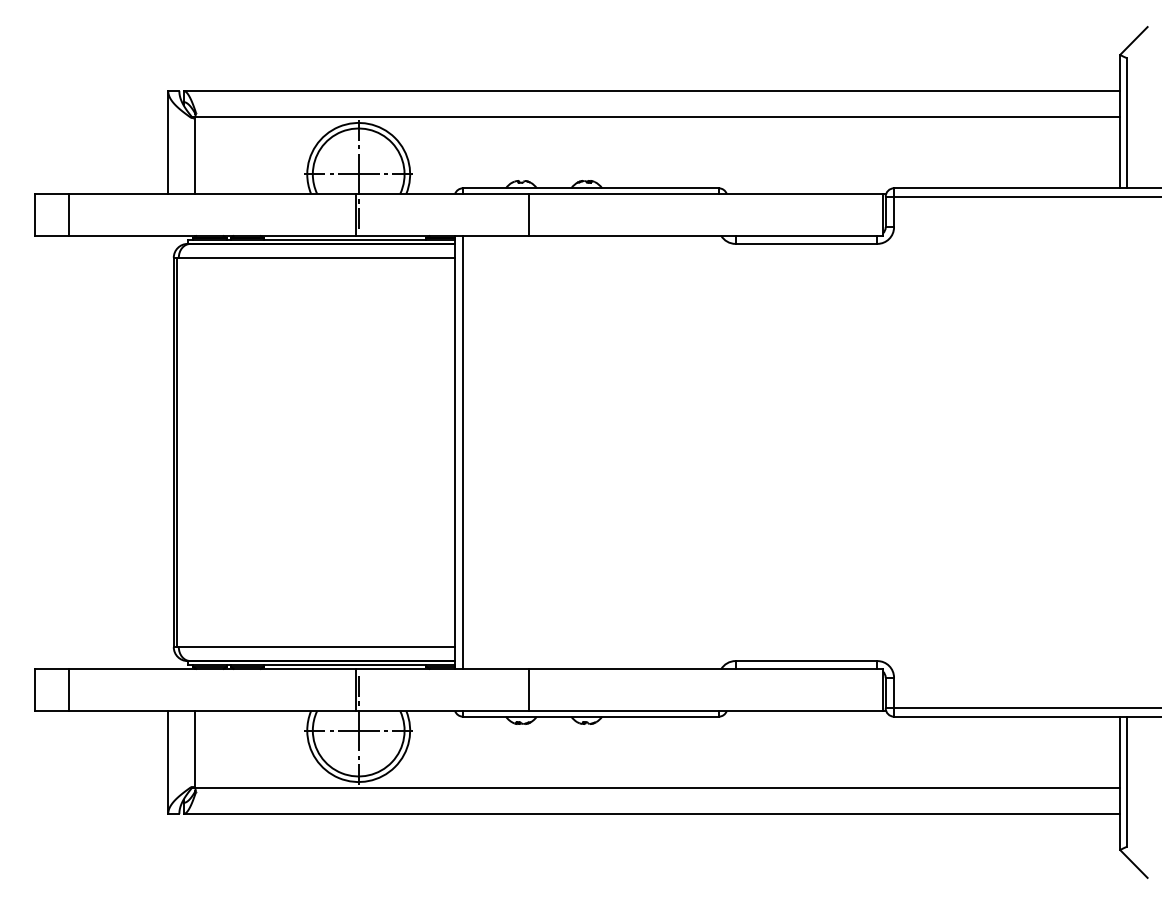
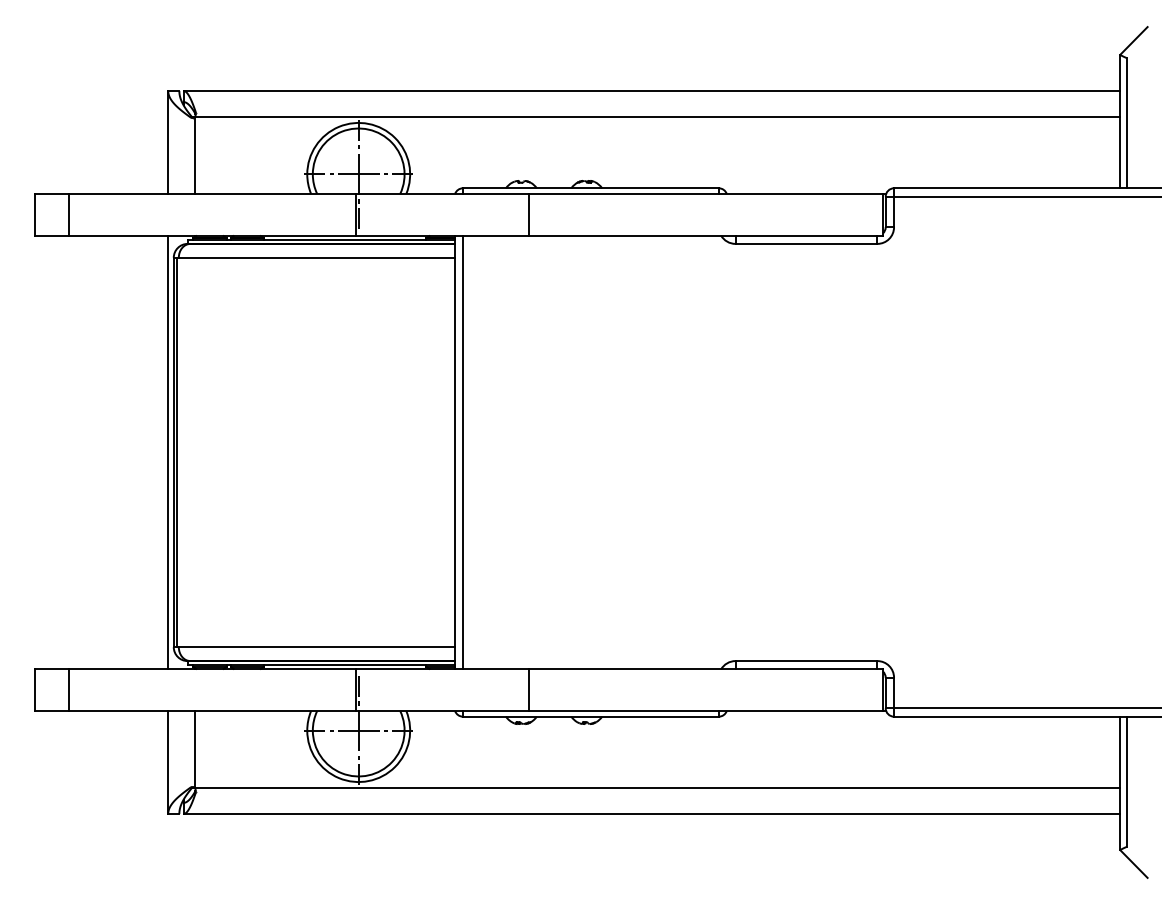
line at (168, 452): none -> present
